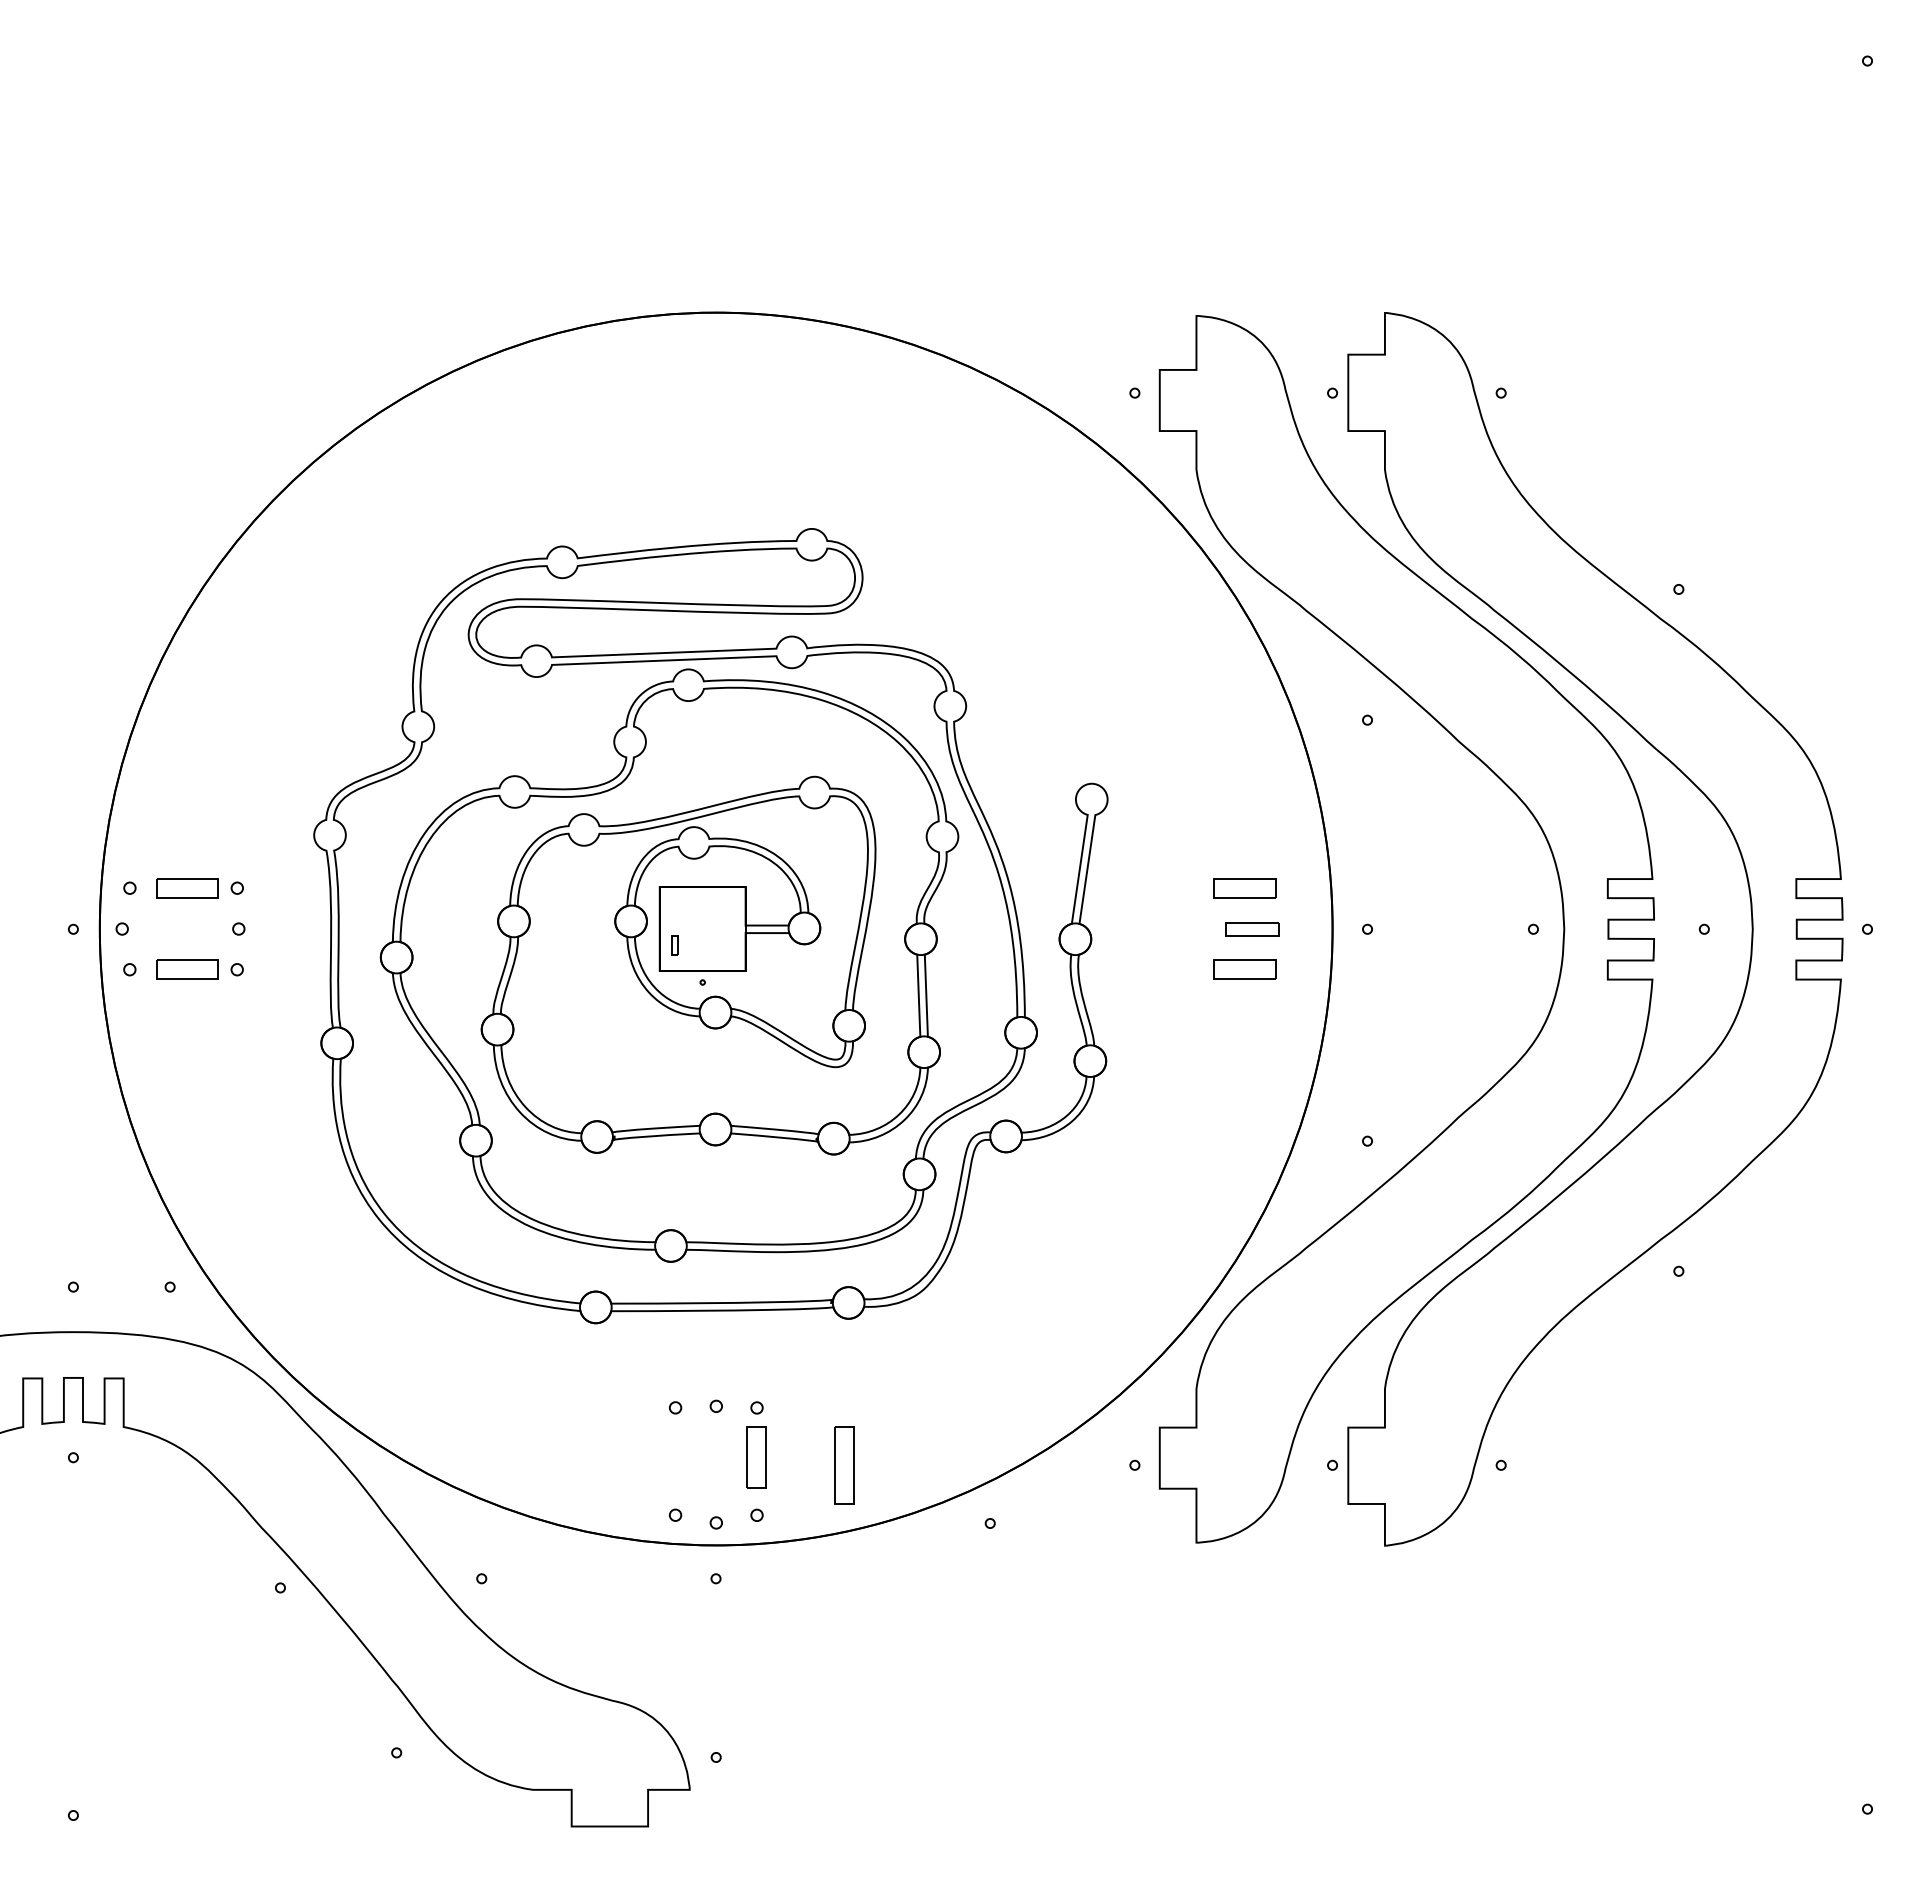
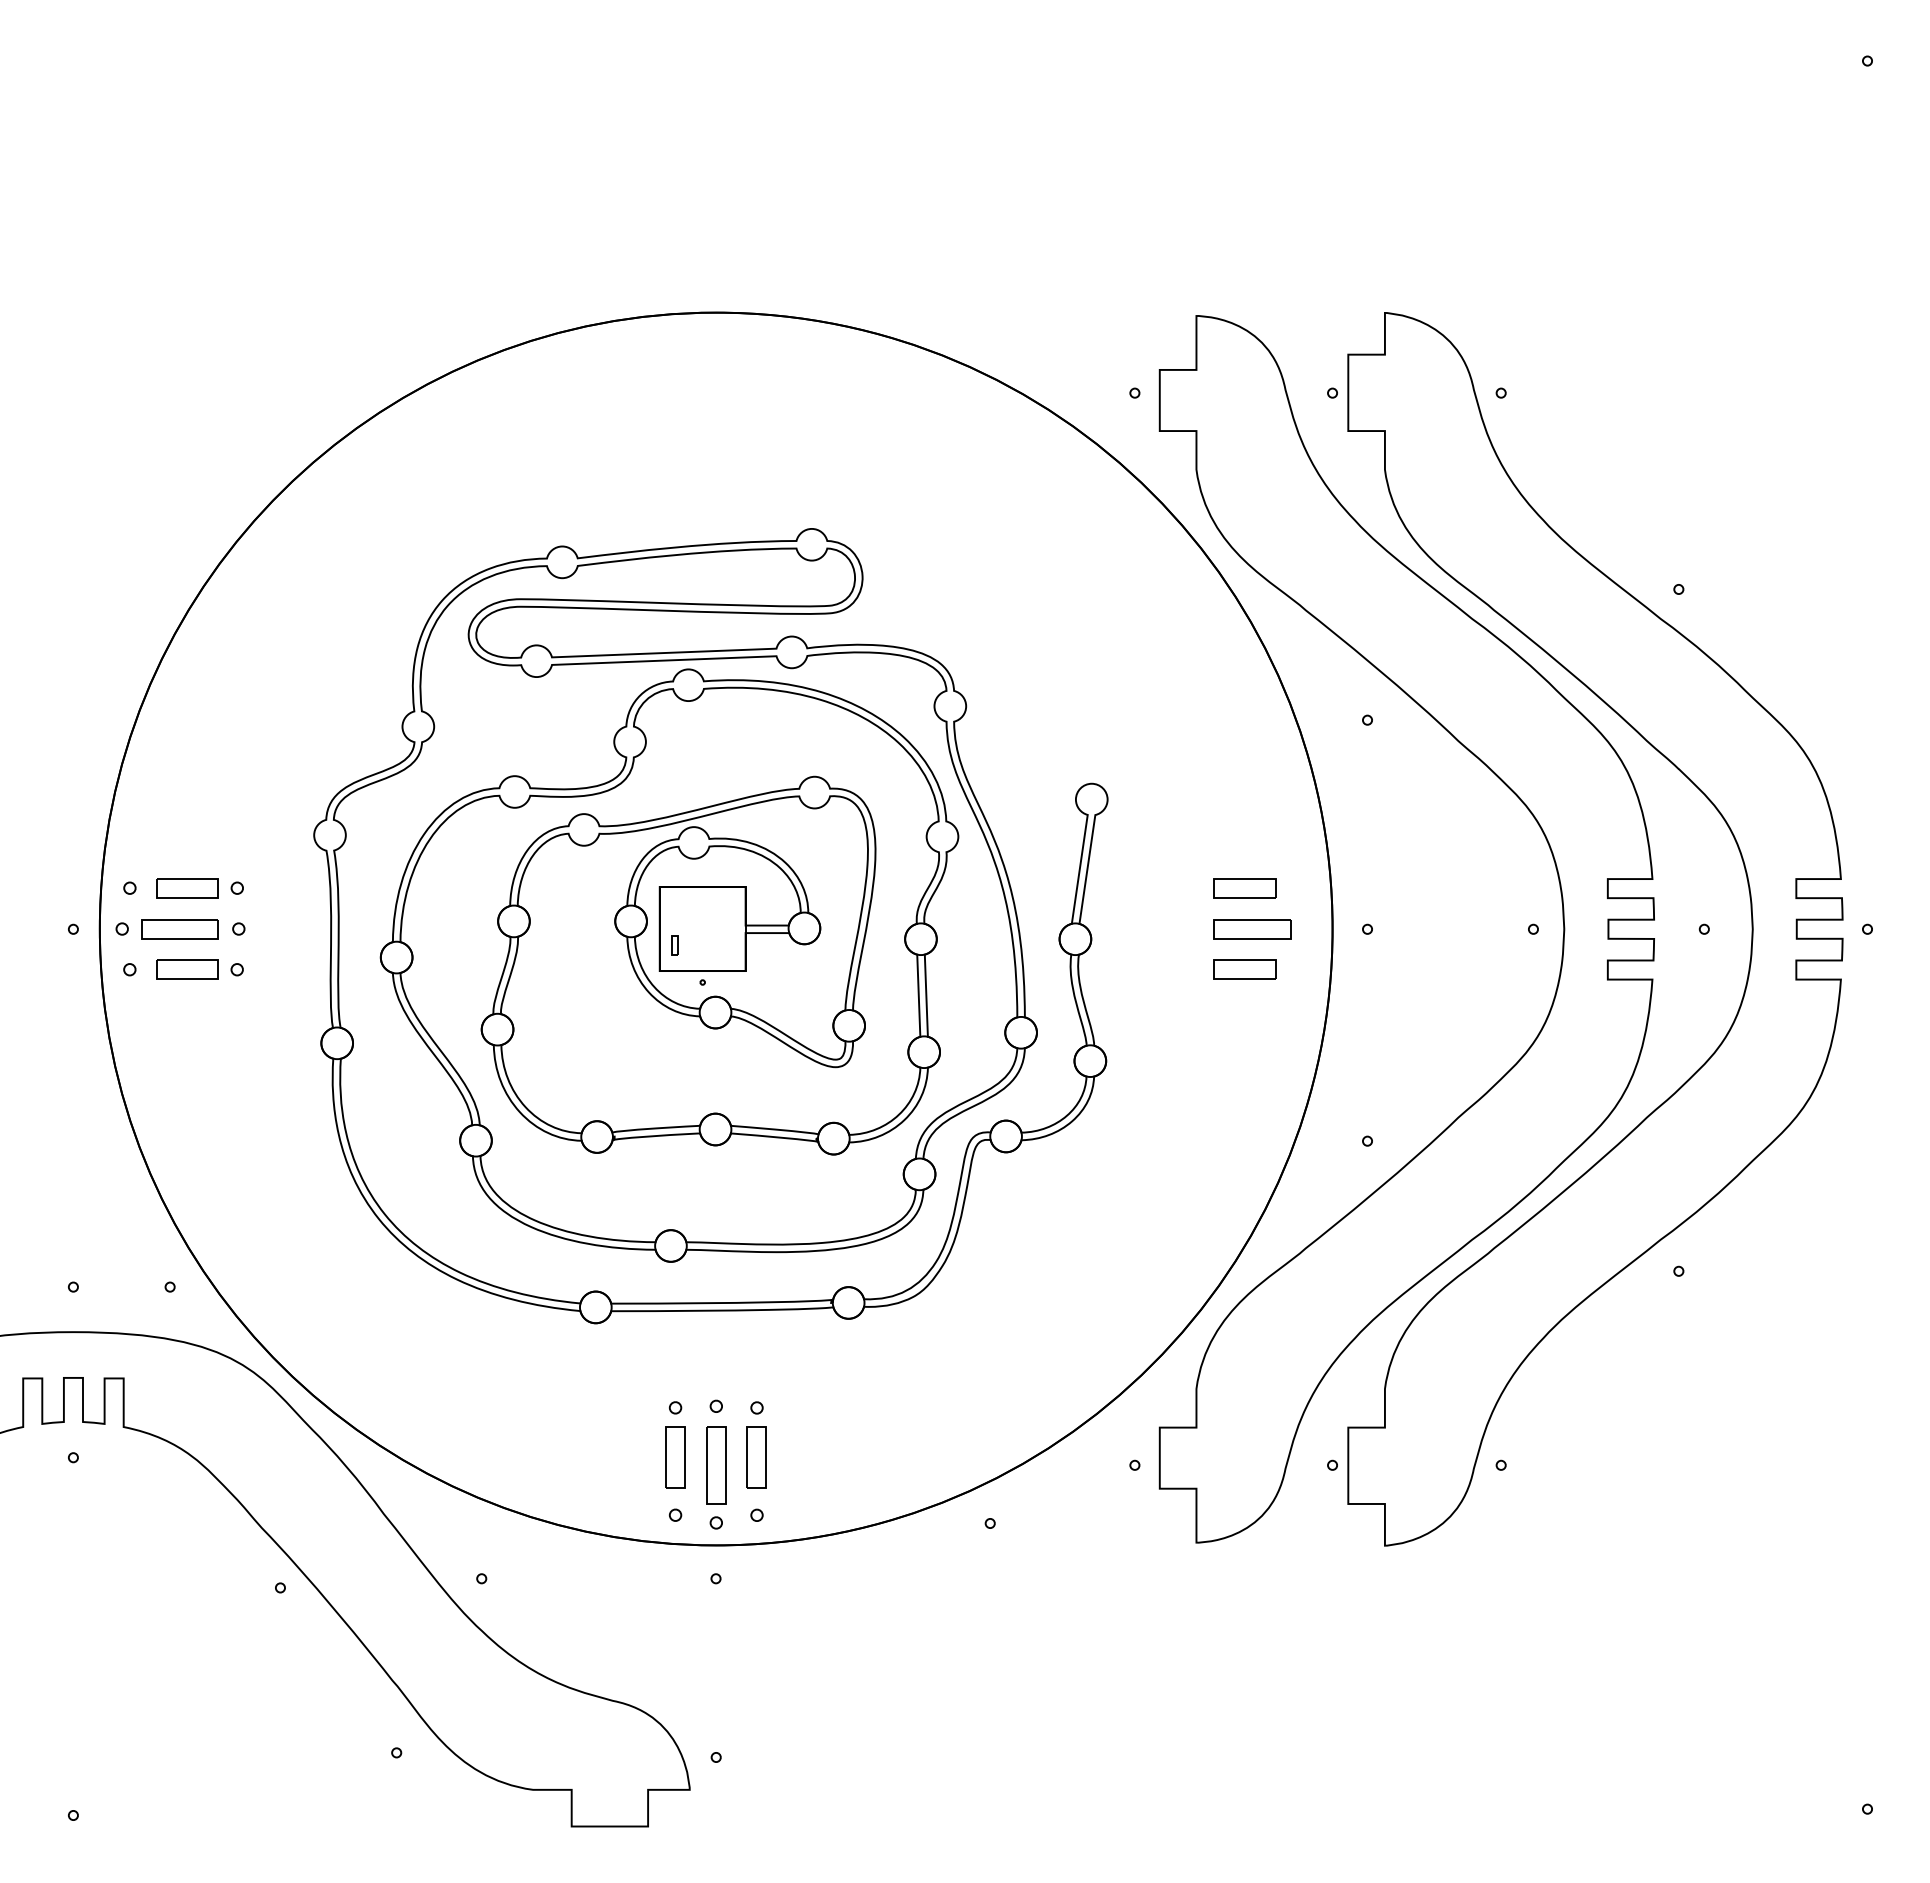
part at (179, 929): none -> present
part at (1252, 929) size: 55x15 px -> 79x21 px
part at (675, 1457): none -> present
part at (844, 1465) position: (844, 1465) -> (716, 1465)
